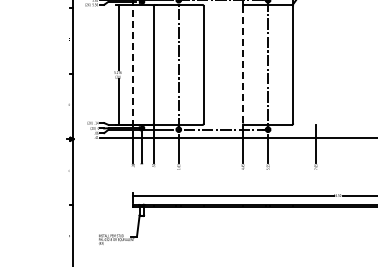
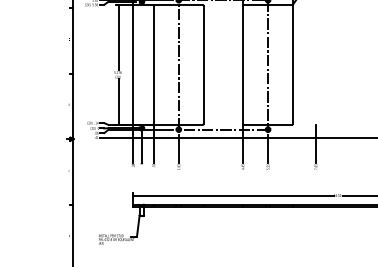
line at (243, 64): dashed -> solid
line at (133, 68): dashed -> solid
